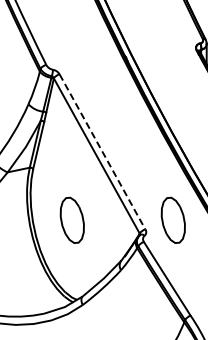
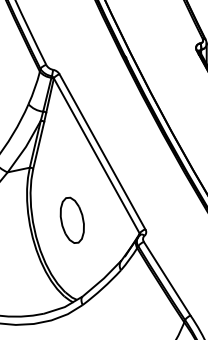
line at (102, 151): dashed -> solid
part at (172, 219): present -> none
